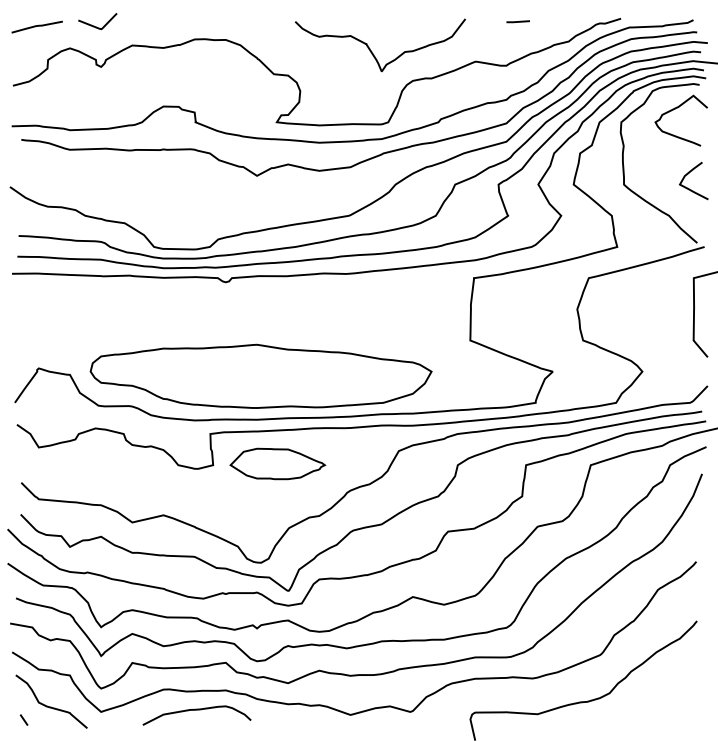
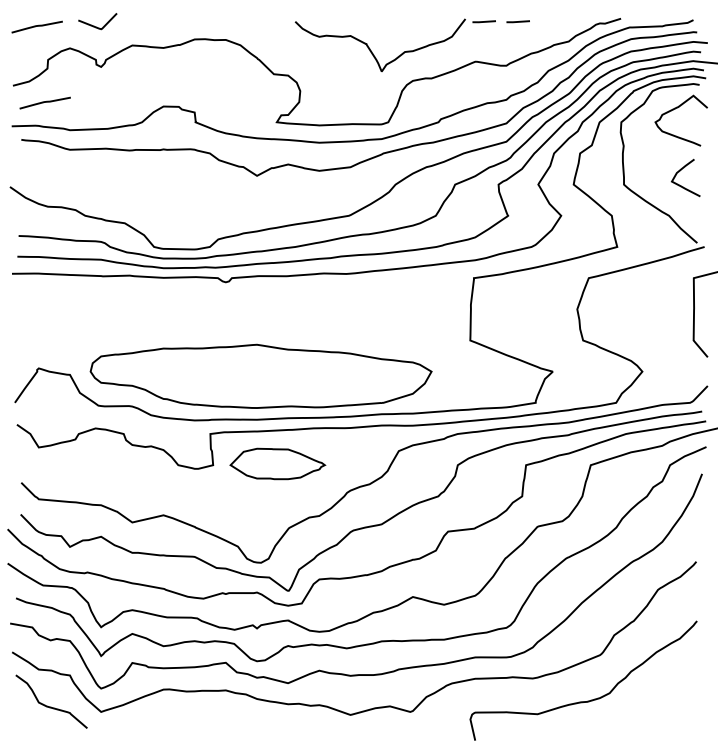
line at (483, 21): none -> present
curve at (44, 102): none -> present
curve at (688, 174) position: (688, 174) -> (680, 171)
curve at (196, 710): present -> none
line at (23, 719): present -> none
